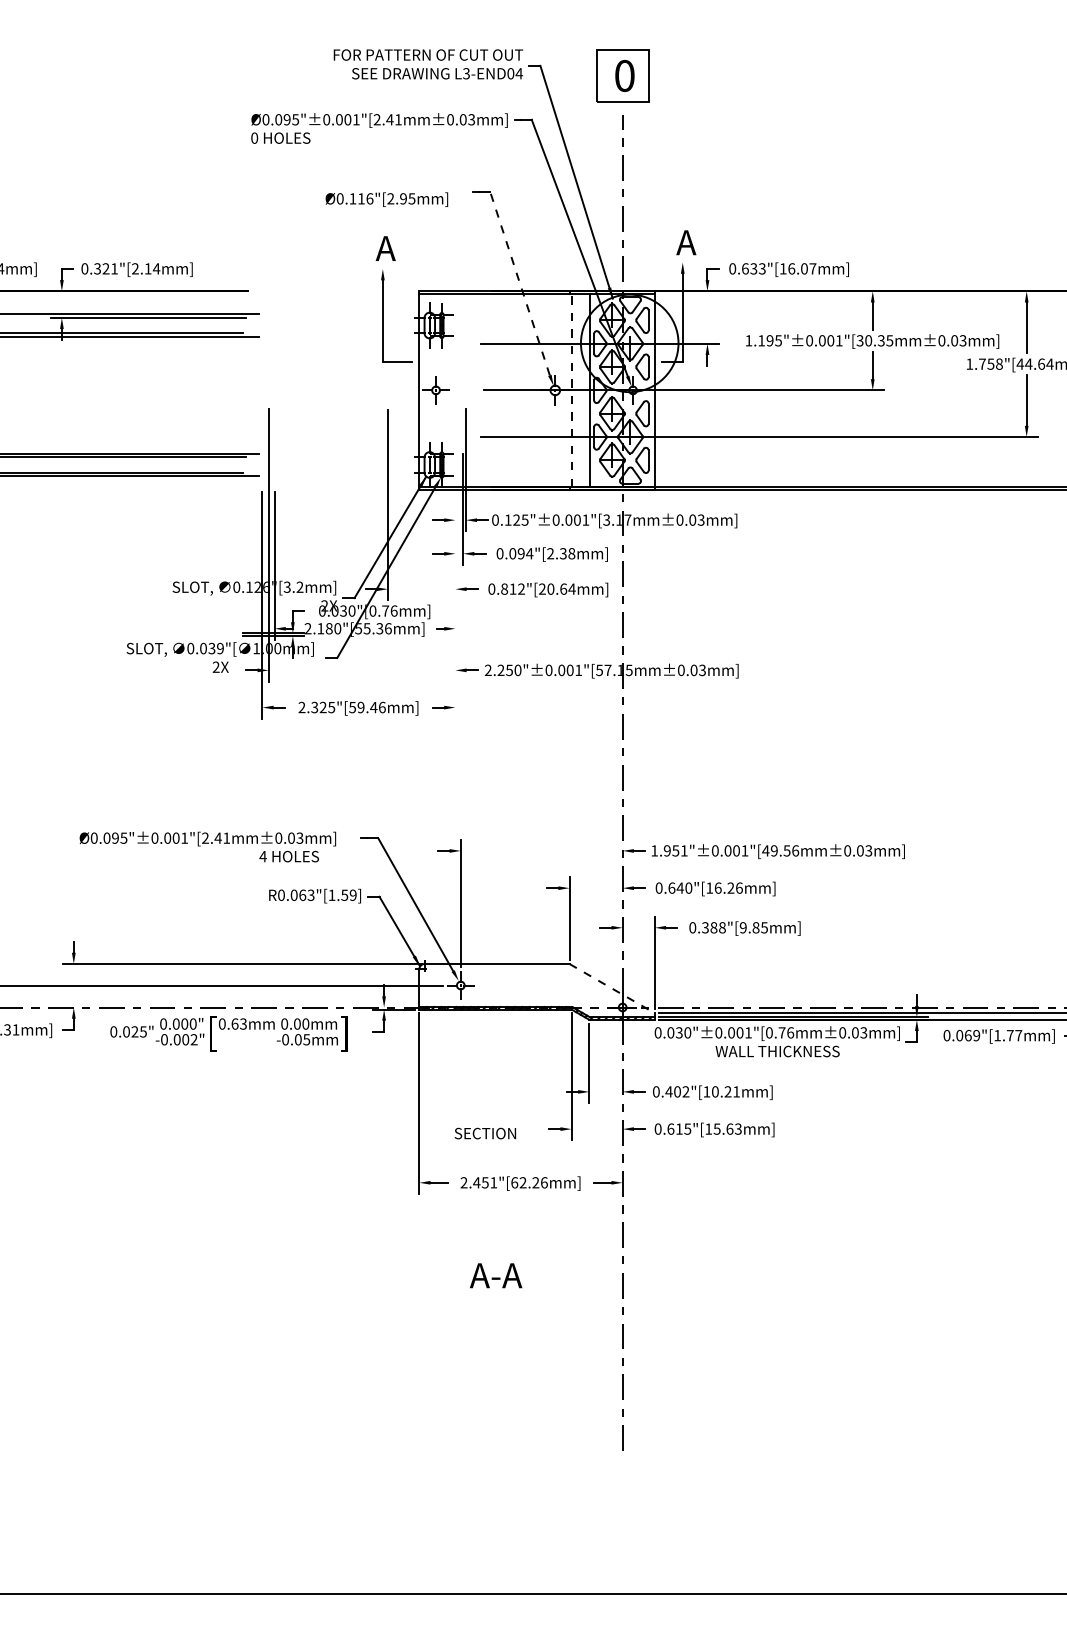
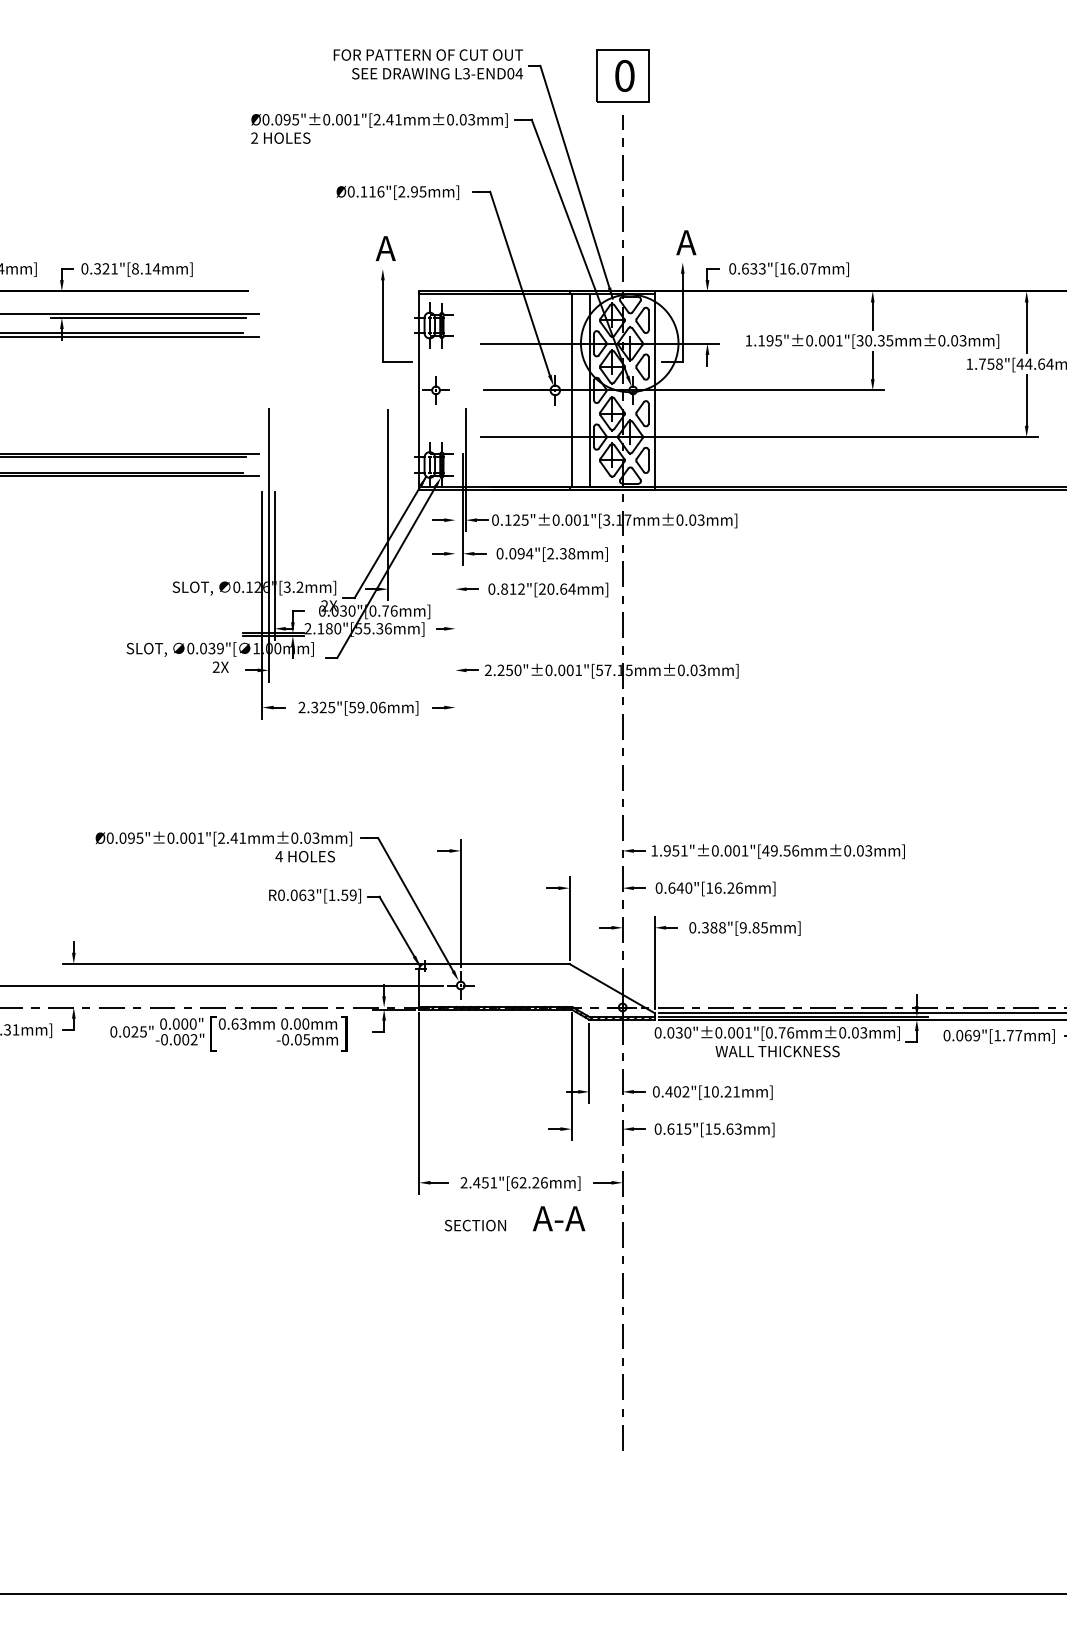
text at (254, 137): 0 -> 2
text at (386, 199) position: (386, 199) -> (397, 192)
text at (135, 268): 0.321"[2.14mm] -> 0.321"[8.14mm]
line at (519, 283): dashed -> solid
line at (572, 390): dashed -> solid
text at (373, 707): 2.325"[59.46mm] -> 2.325"[59.06mm]
text at (207, 846) position: (207, 846) -> (223, 846)
line at (612, 988): dashed -> solid
text at (484, 1133) position: (484, 1133) -> (474, 1225)
text at (496, 1275) position: (496, 1275) -> (559, 1218)
